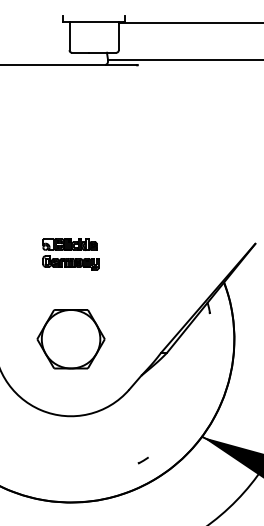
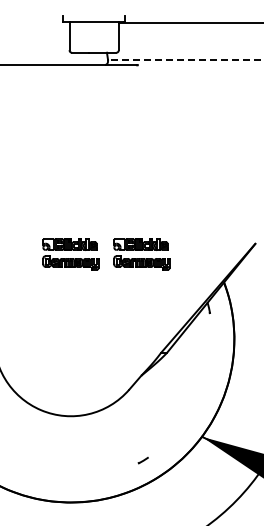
line at (185, 59): solid -> dashed
part at (141, 254): none -> present
part at (70, 339): present -> none
